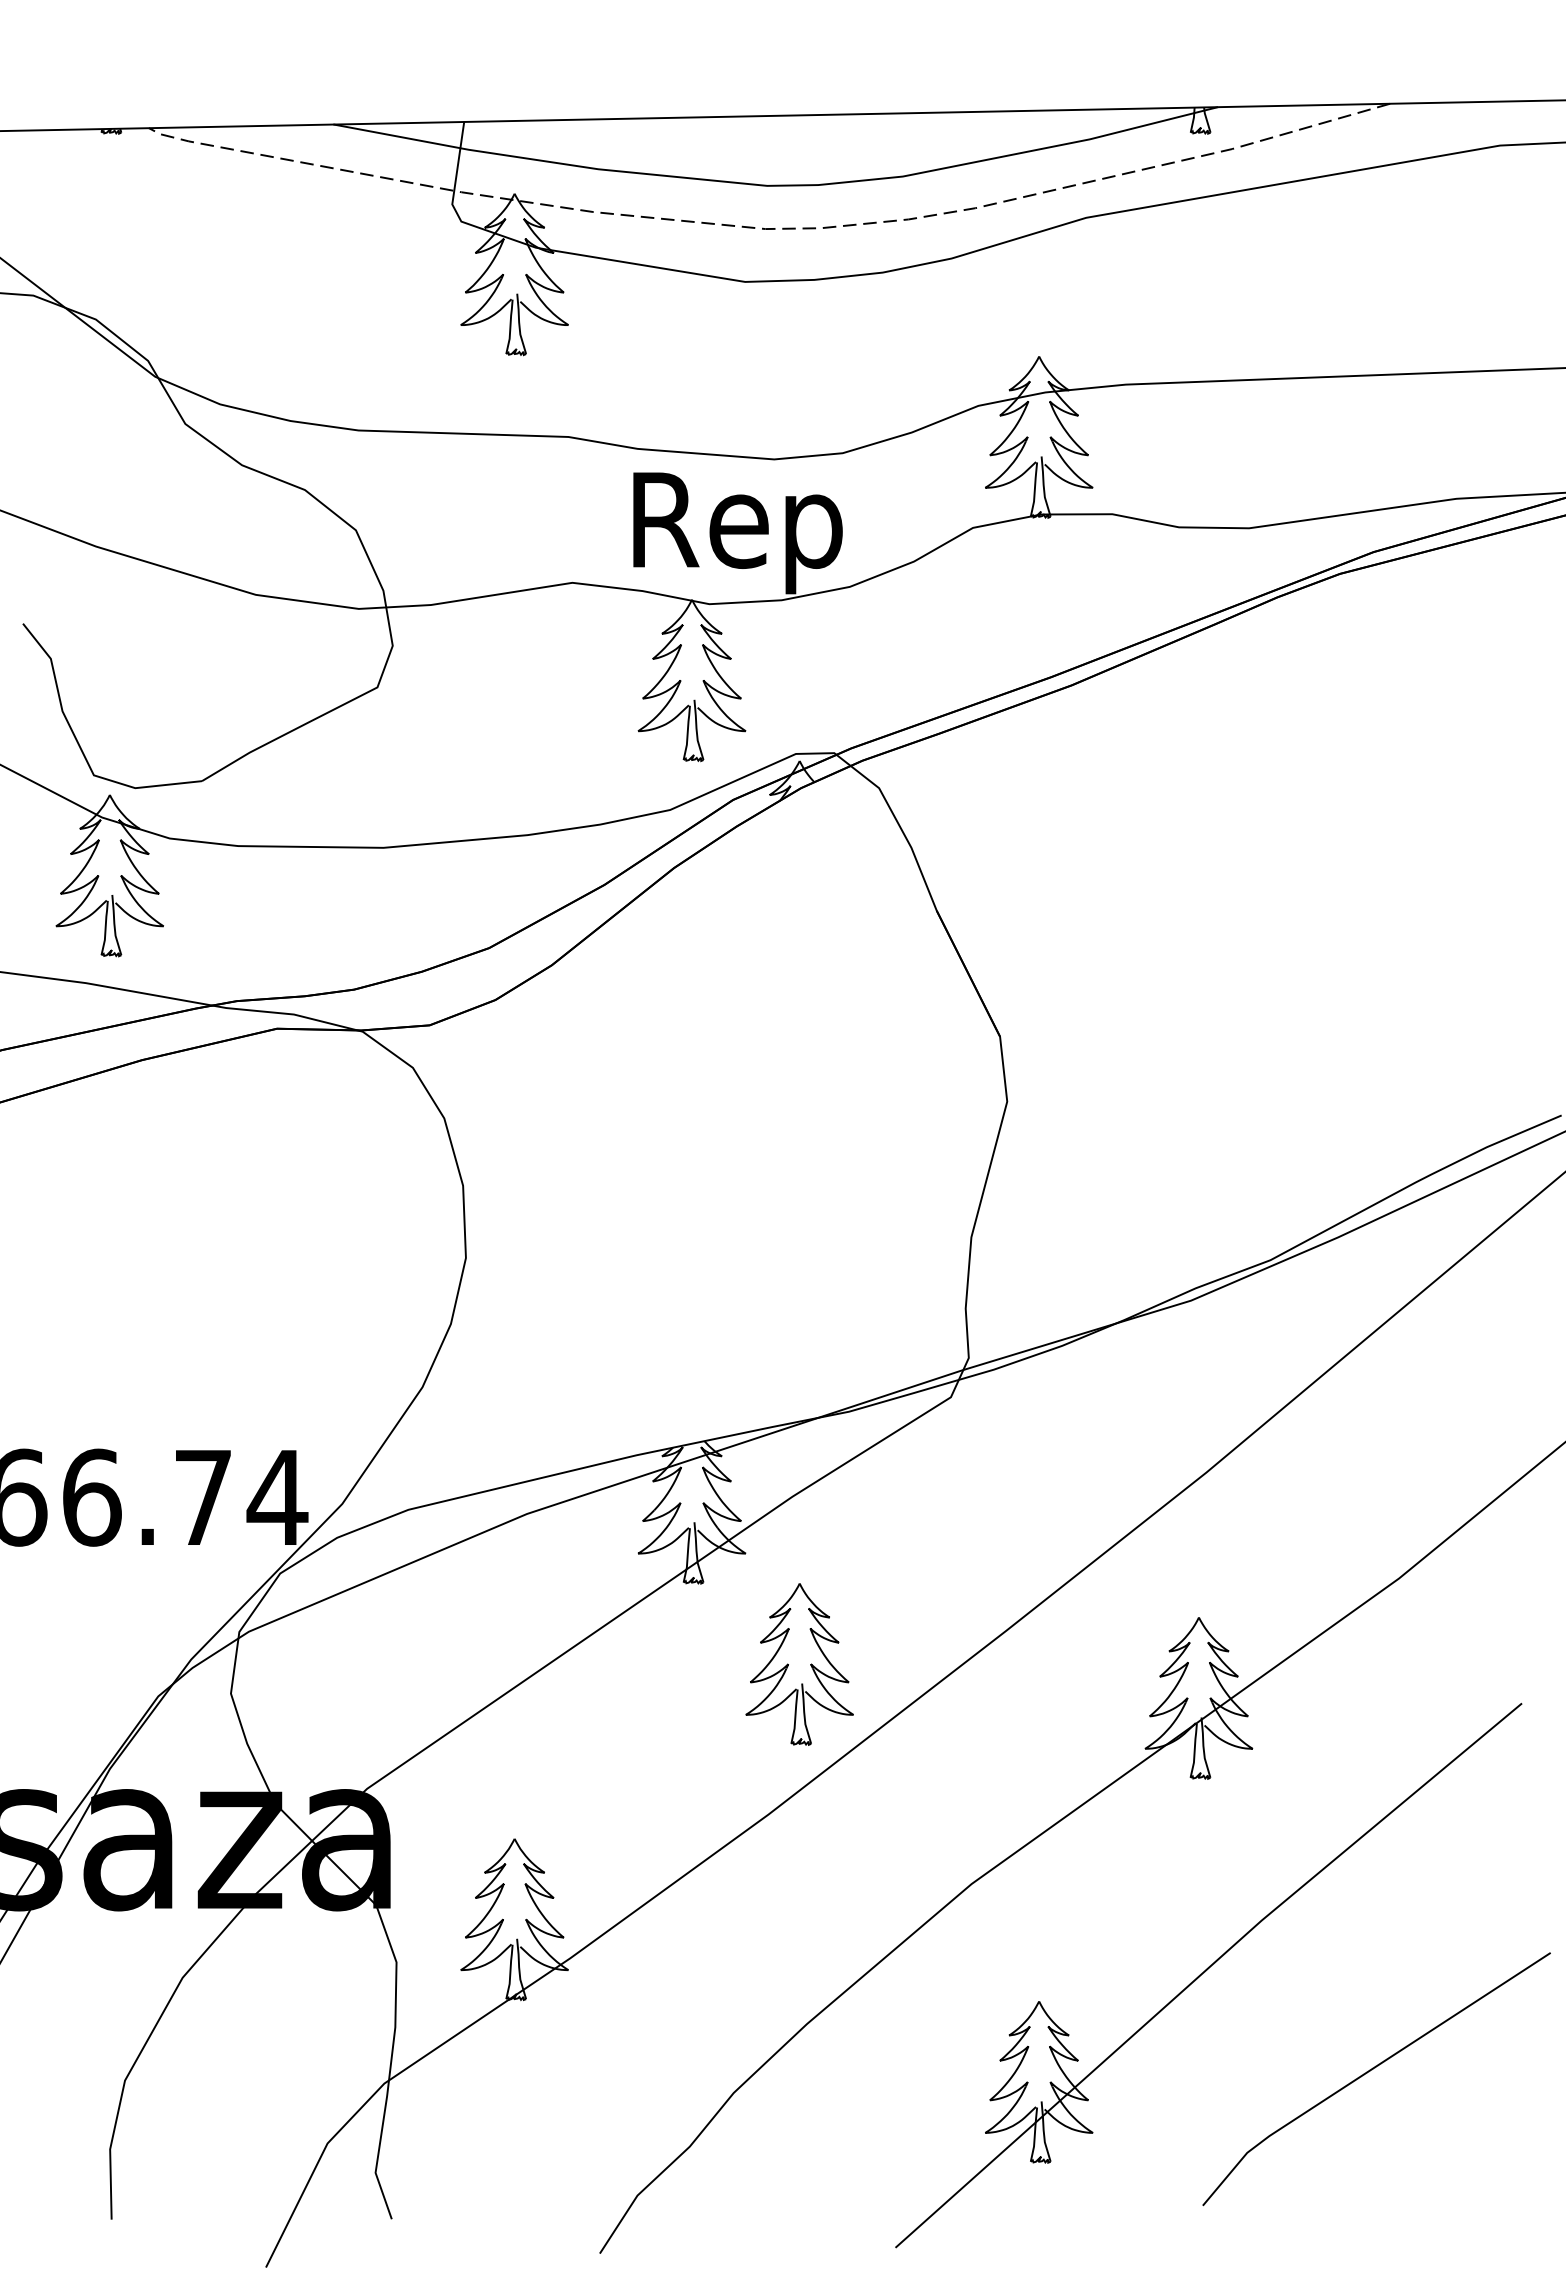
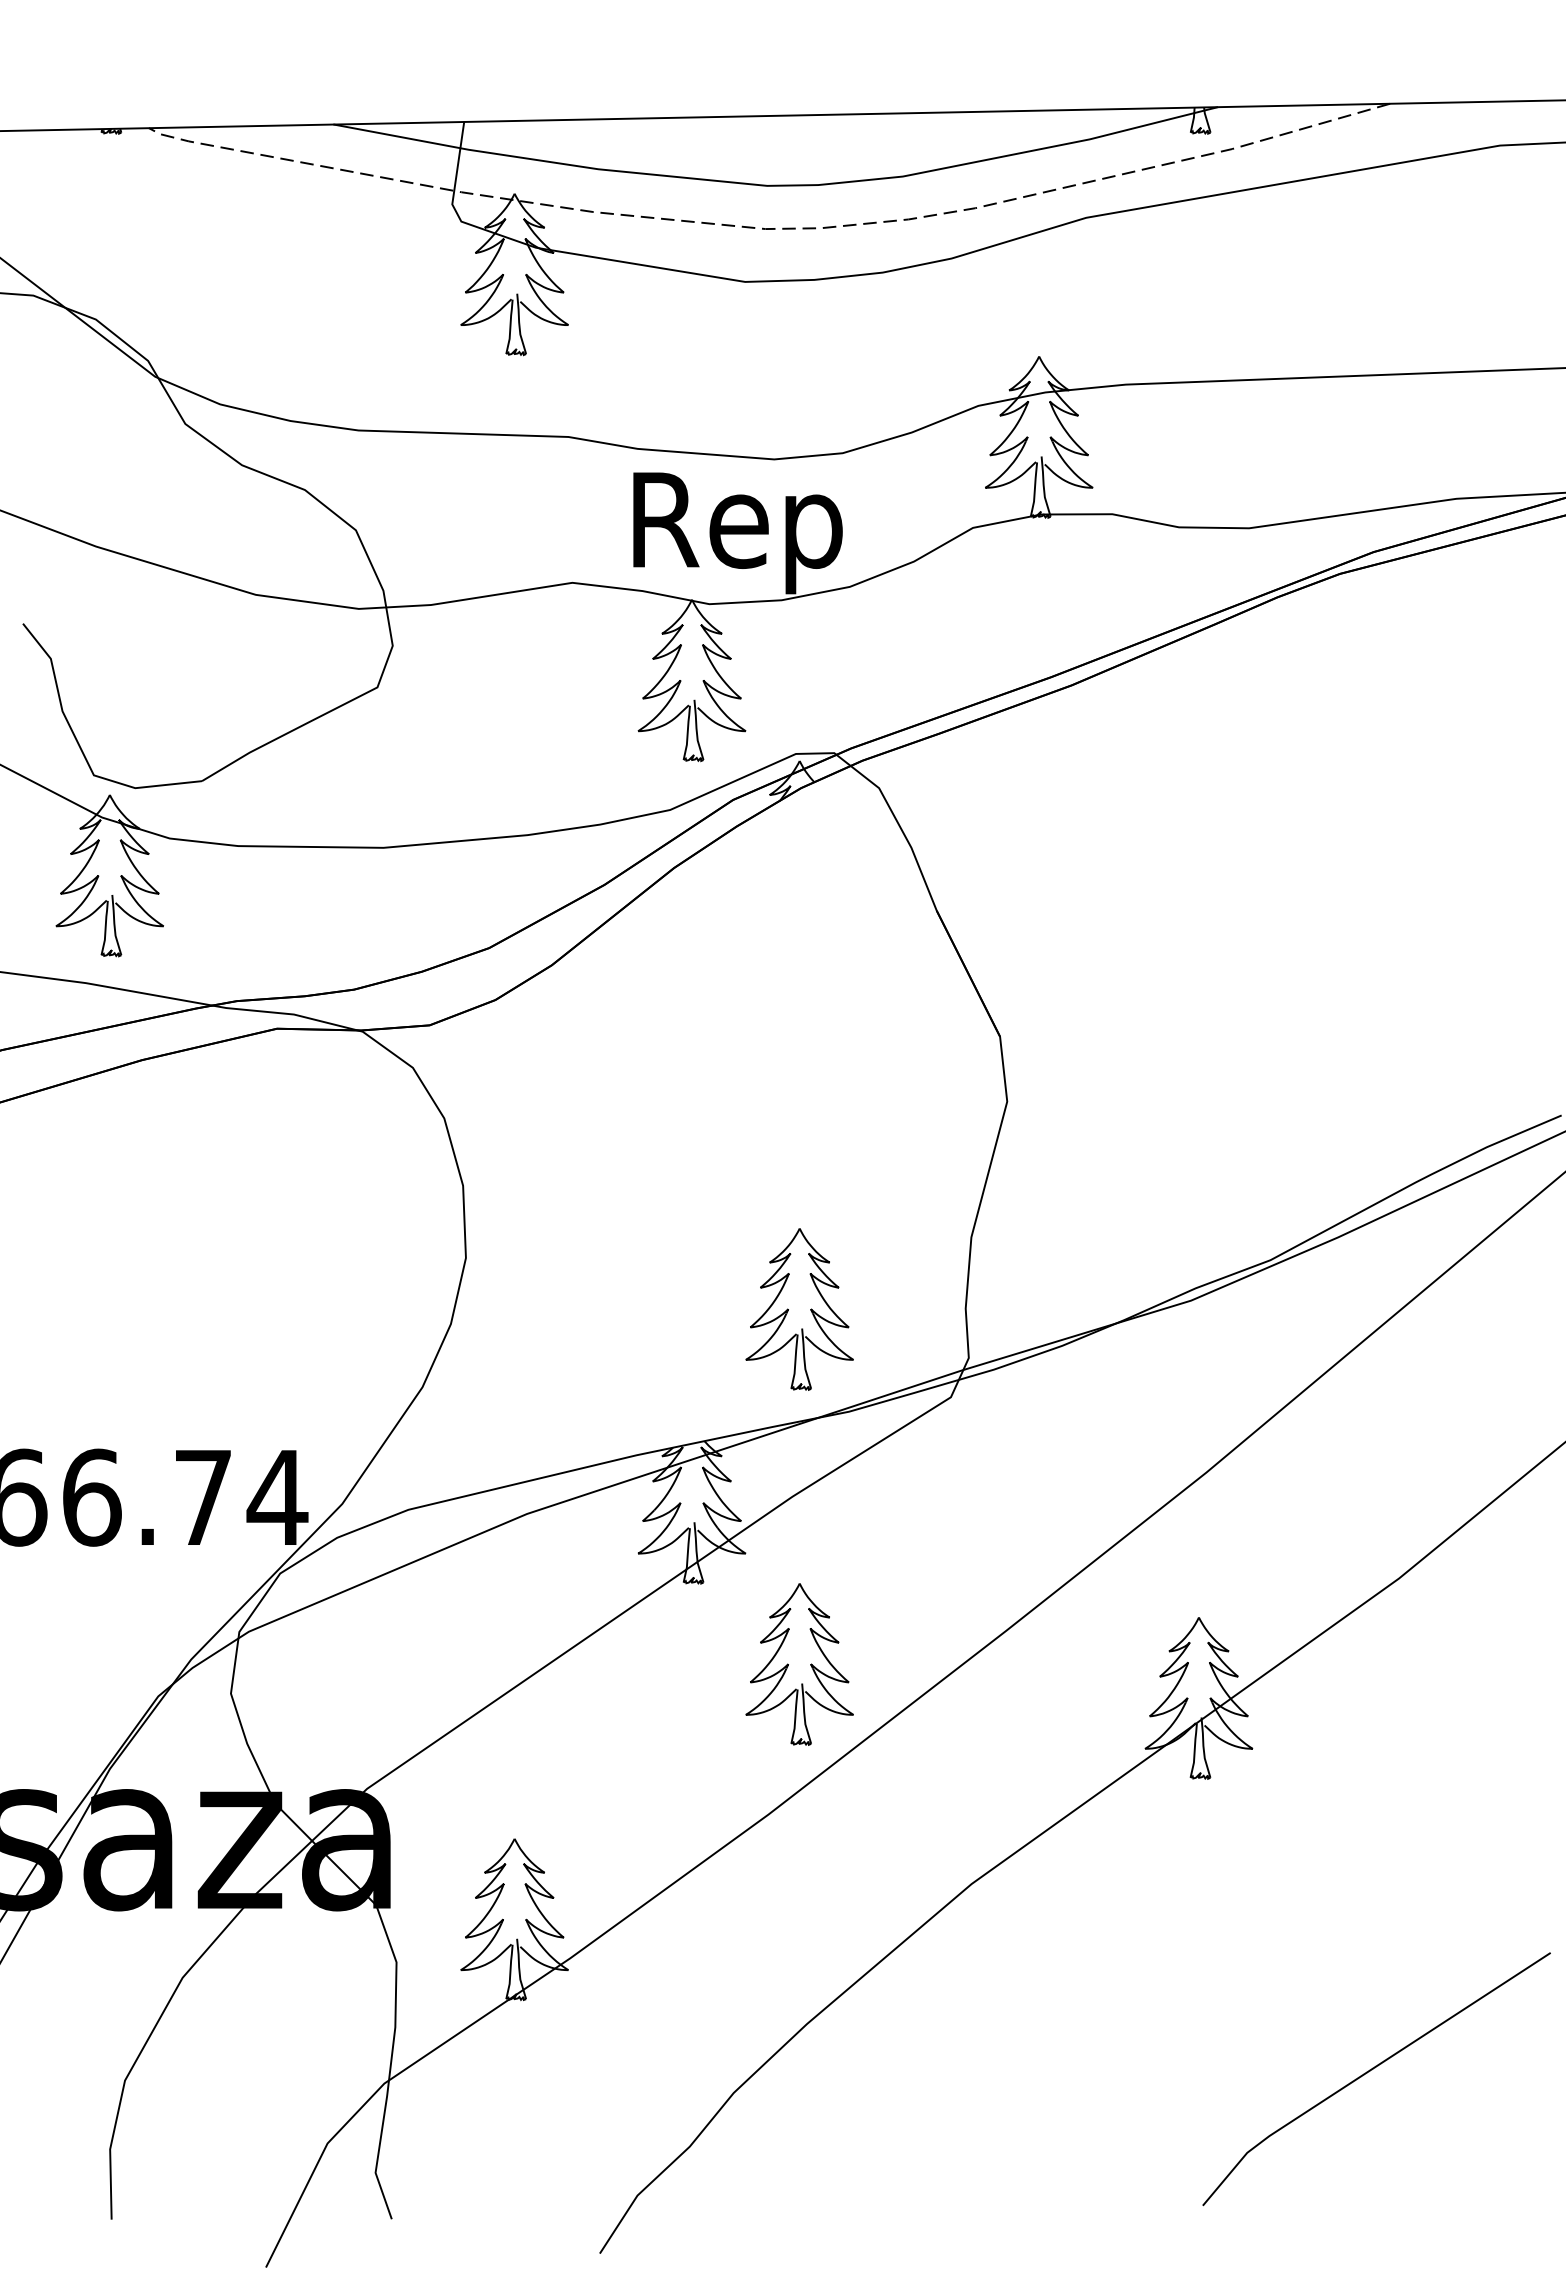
part at (788, 1309): none -> present
part at (1208, 1975): present -> none
